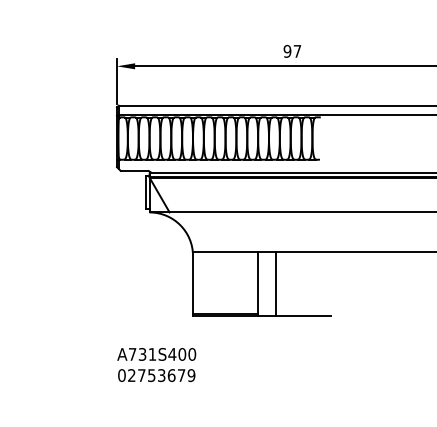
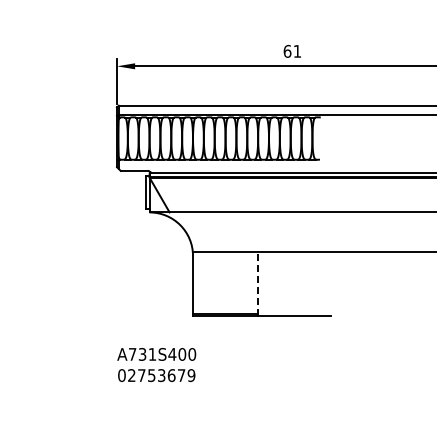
text at (292, 50): 97 -> 61
line at (258, 283): solid -> dashed
line at (276, 283): present -> none
